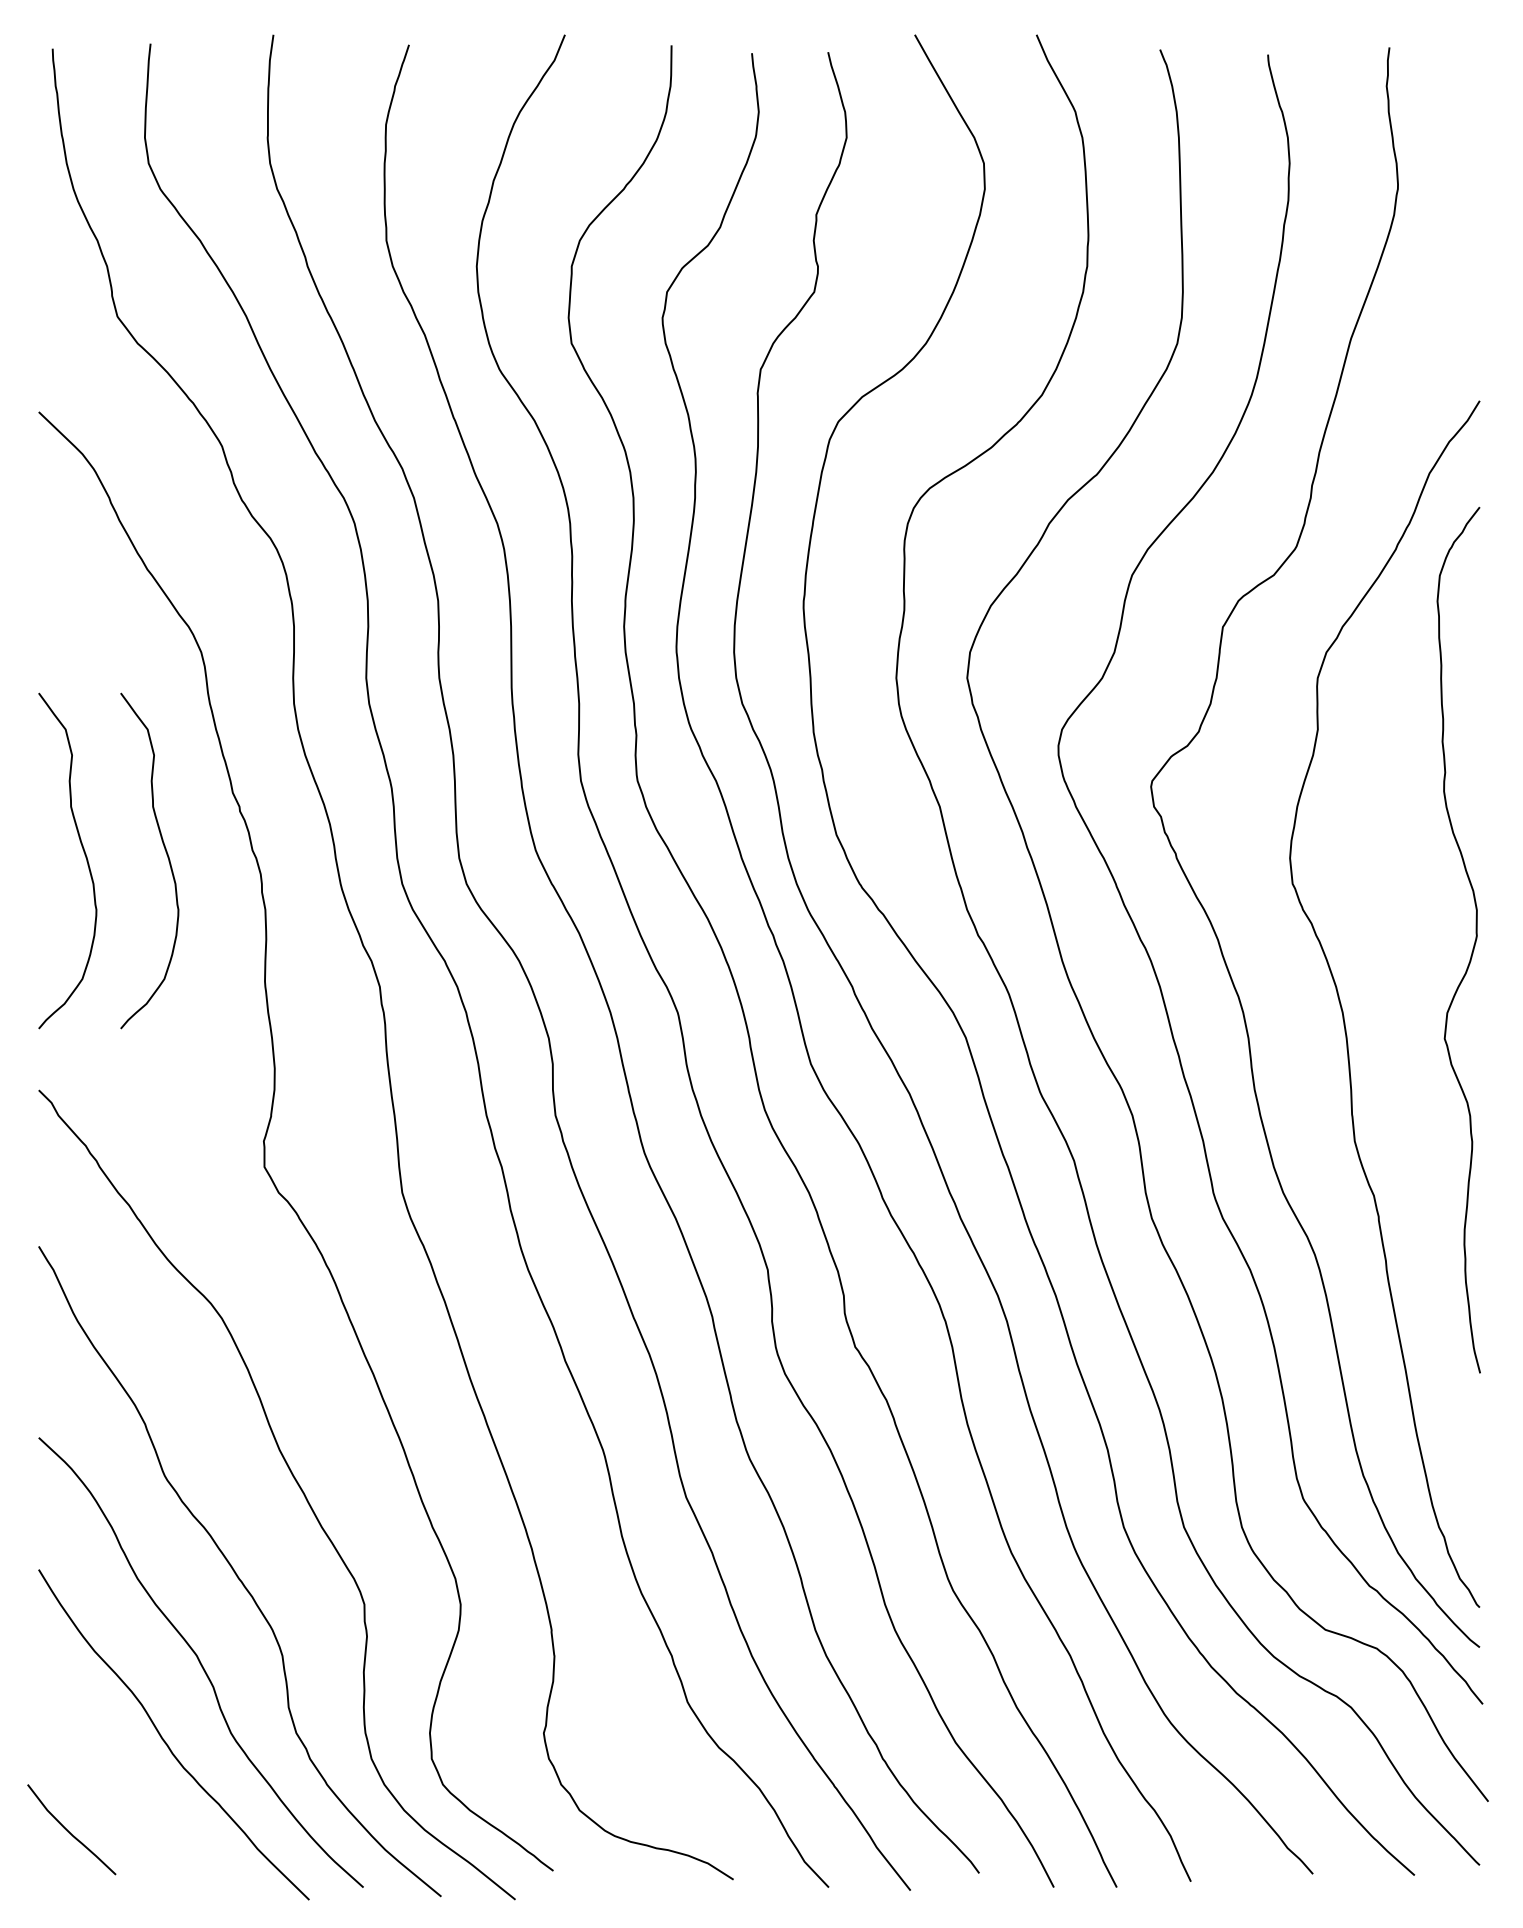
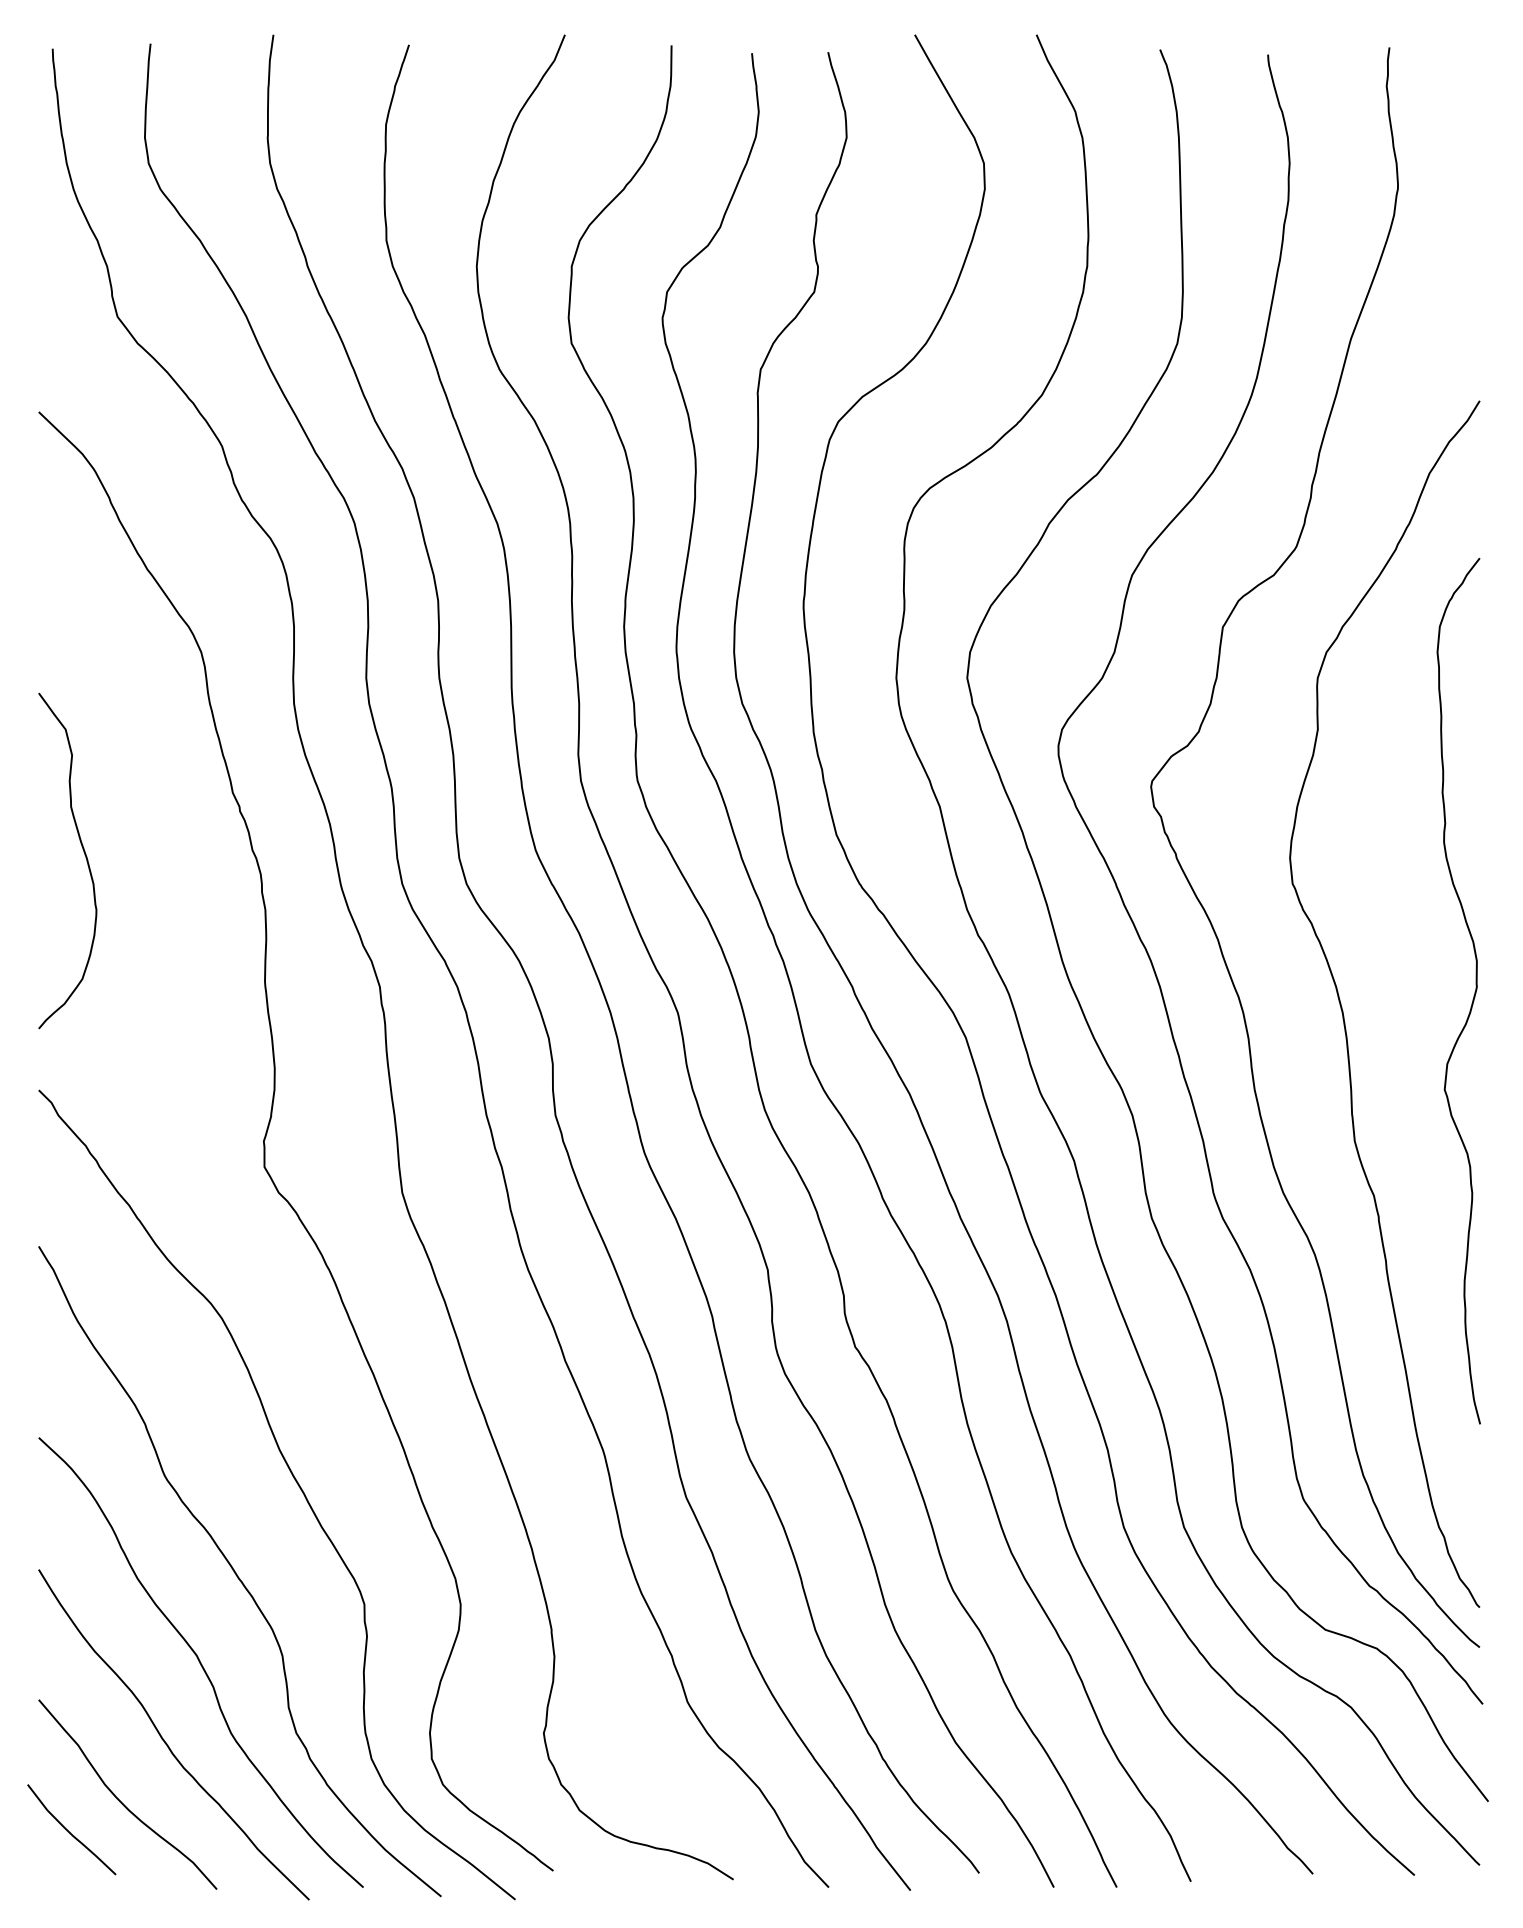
curve at (166, 855): present -> none
curve at (1473, 944) position: (1473, 944) -> (1473, 995)
curve at (120, 1800): none -> present
